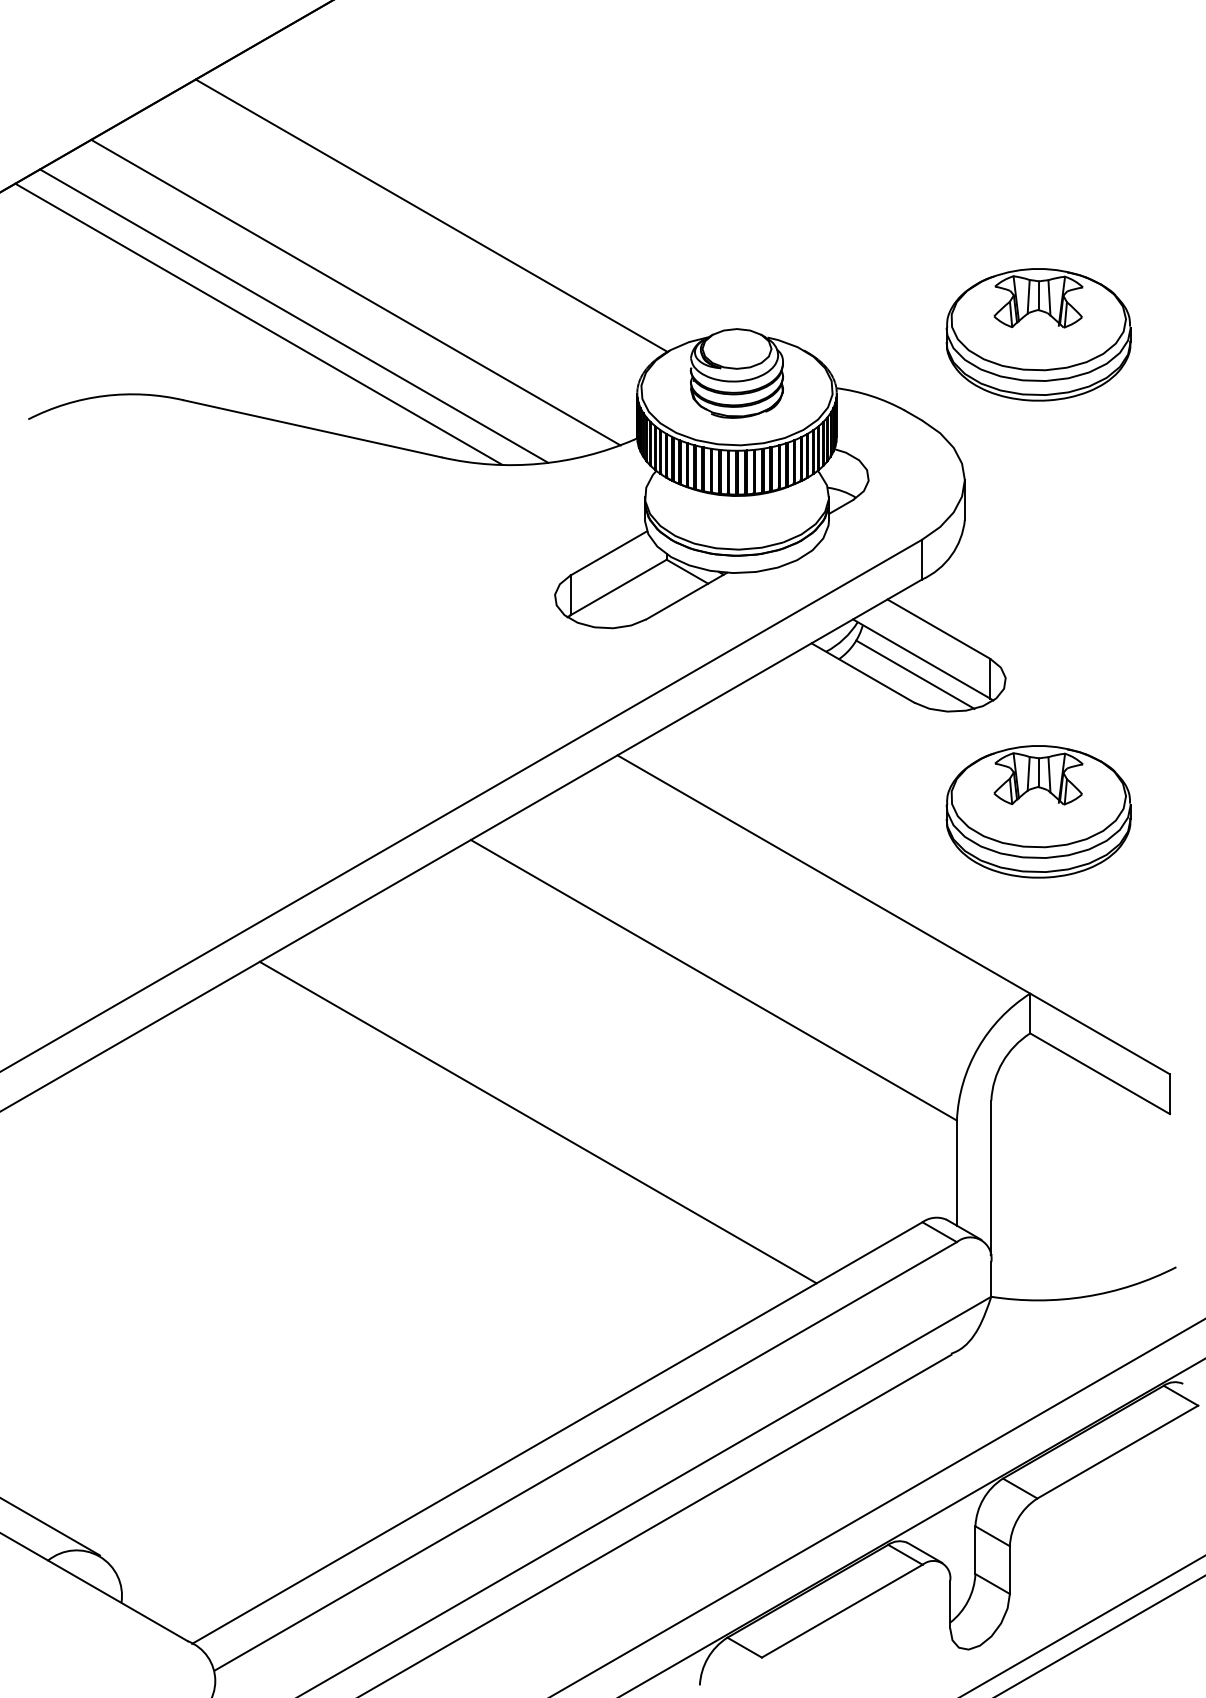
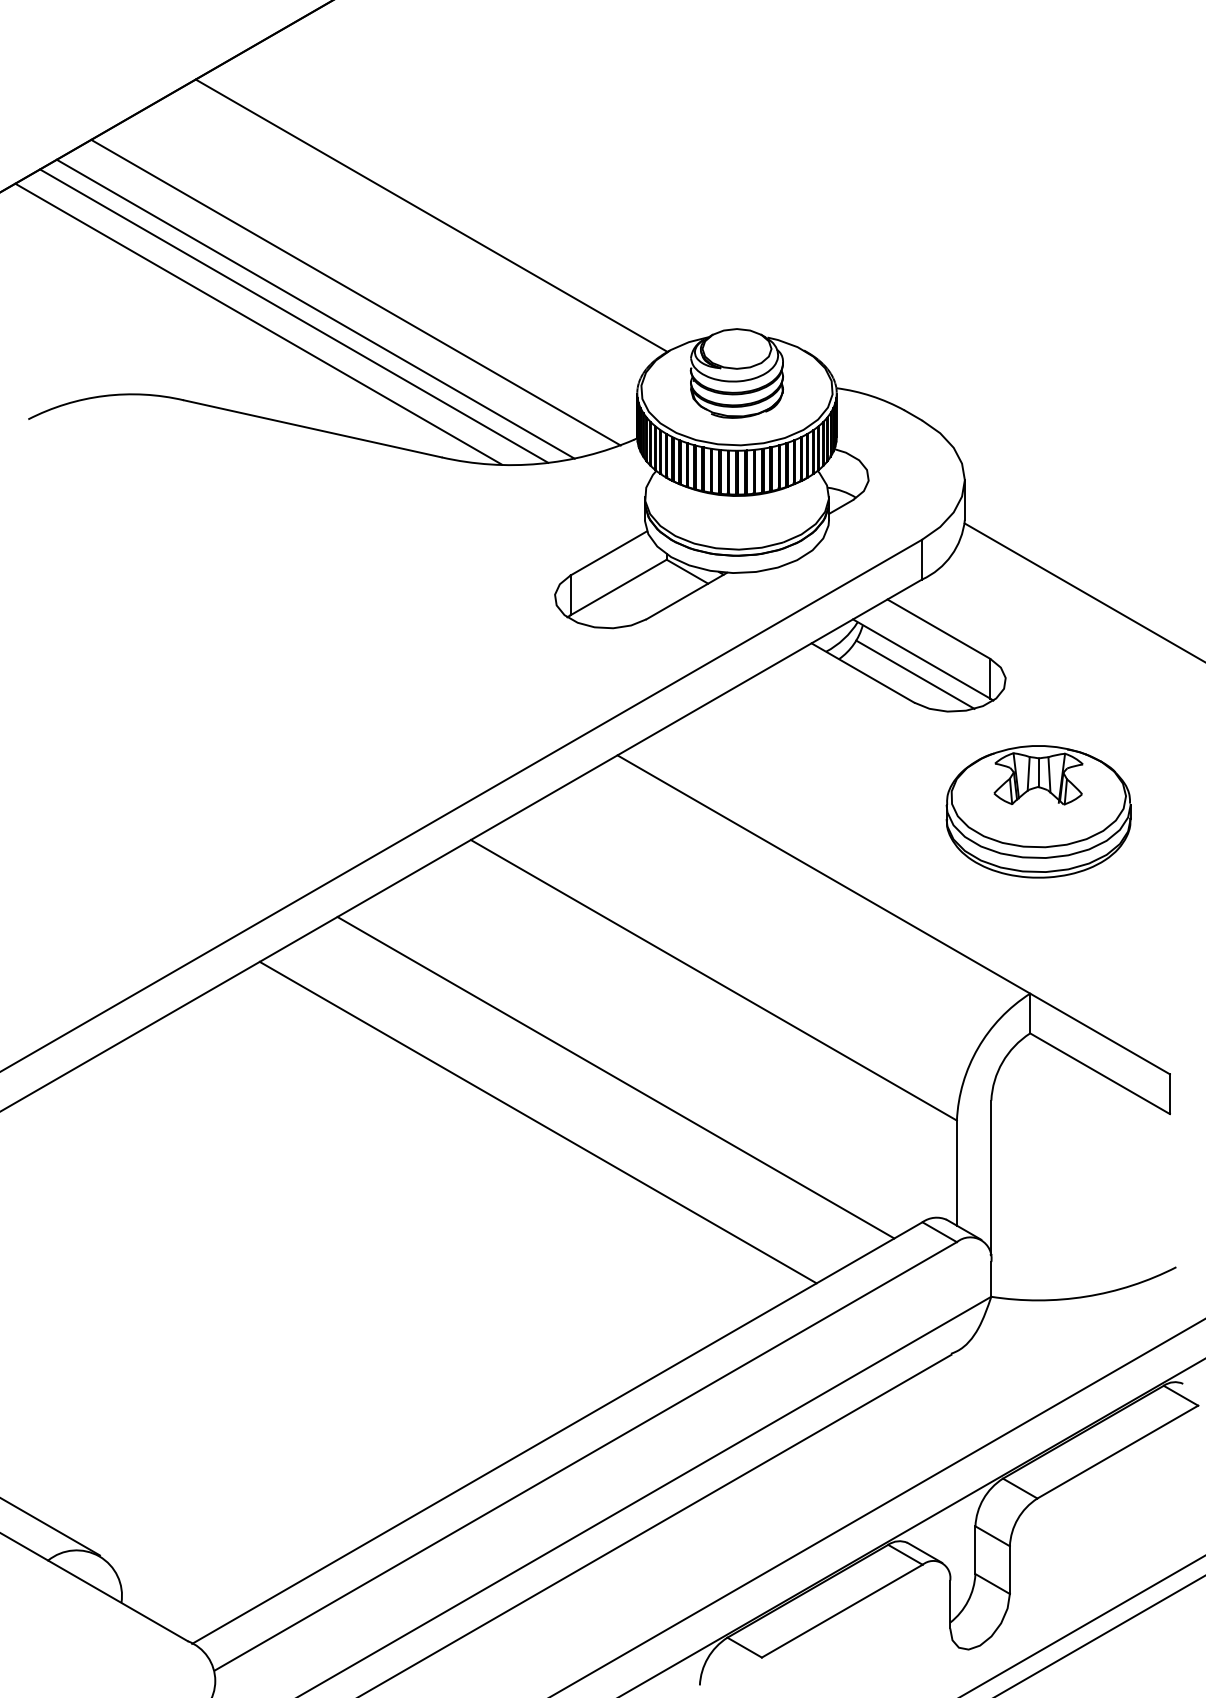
line at (315, 308): none -> present
part at (1038, 334): present -> none
line at (1083, 591): none -> present
line at (615, 1077): none -> present
